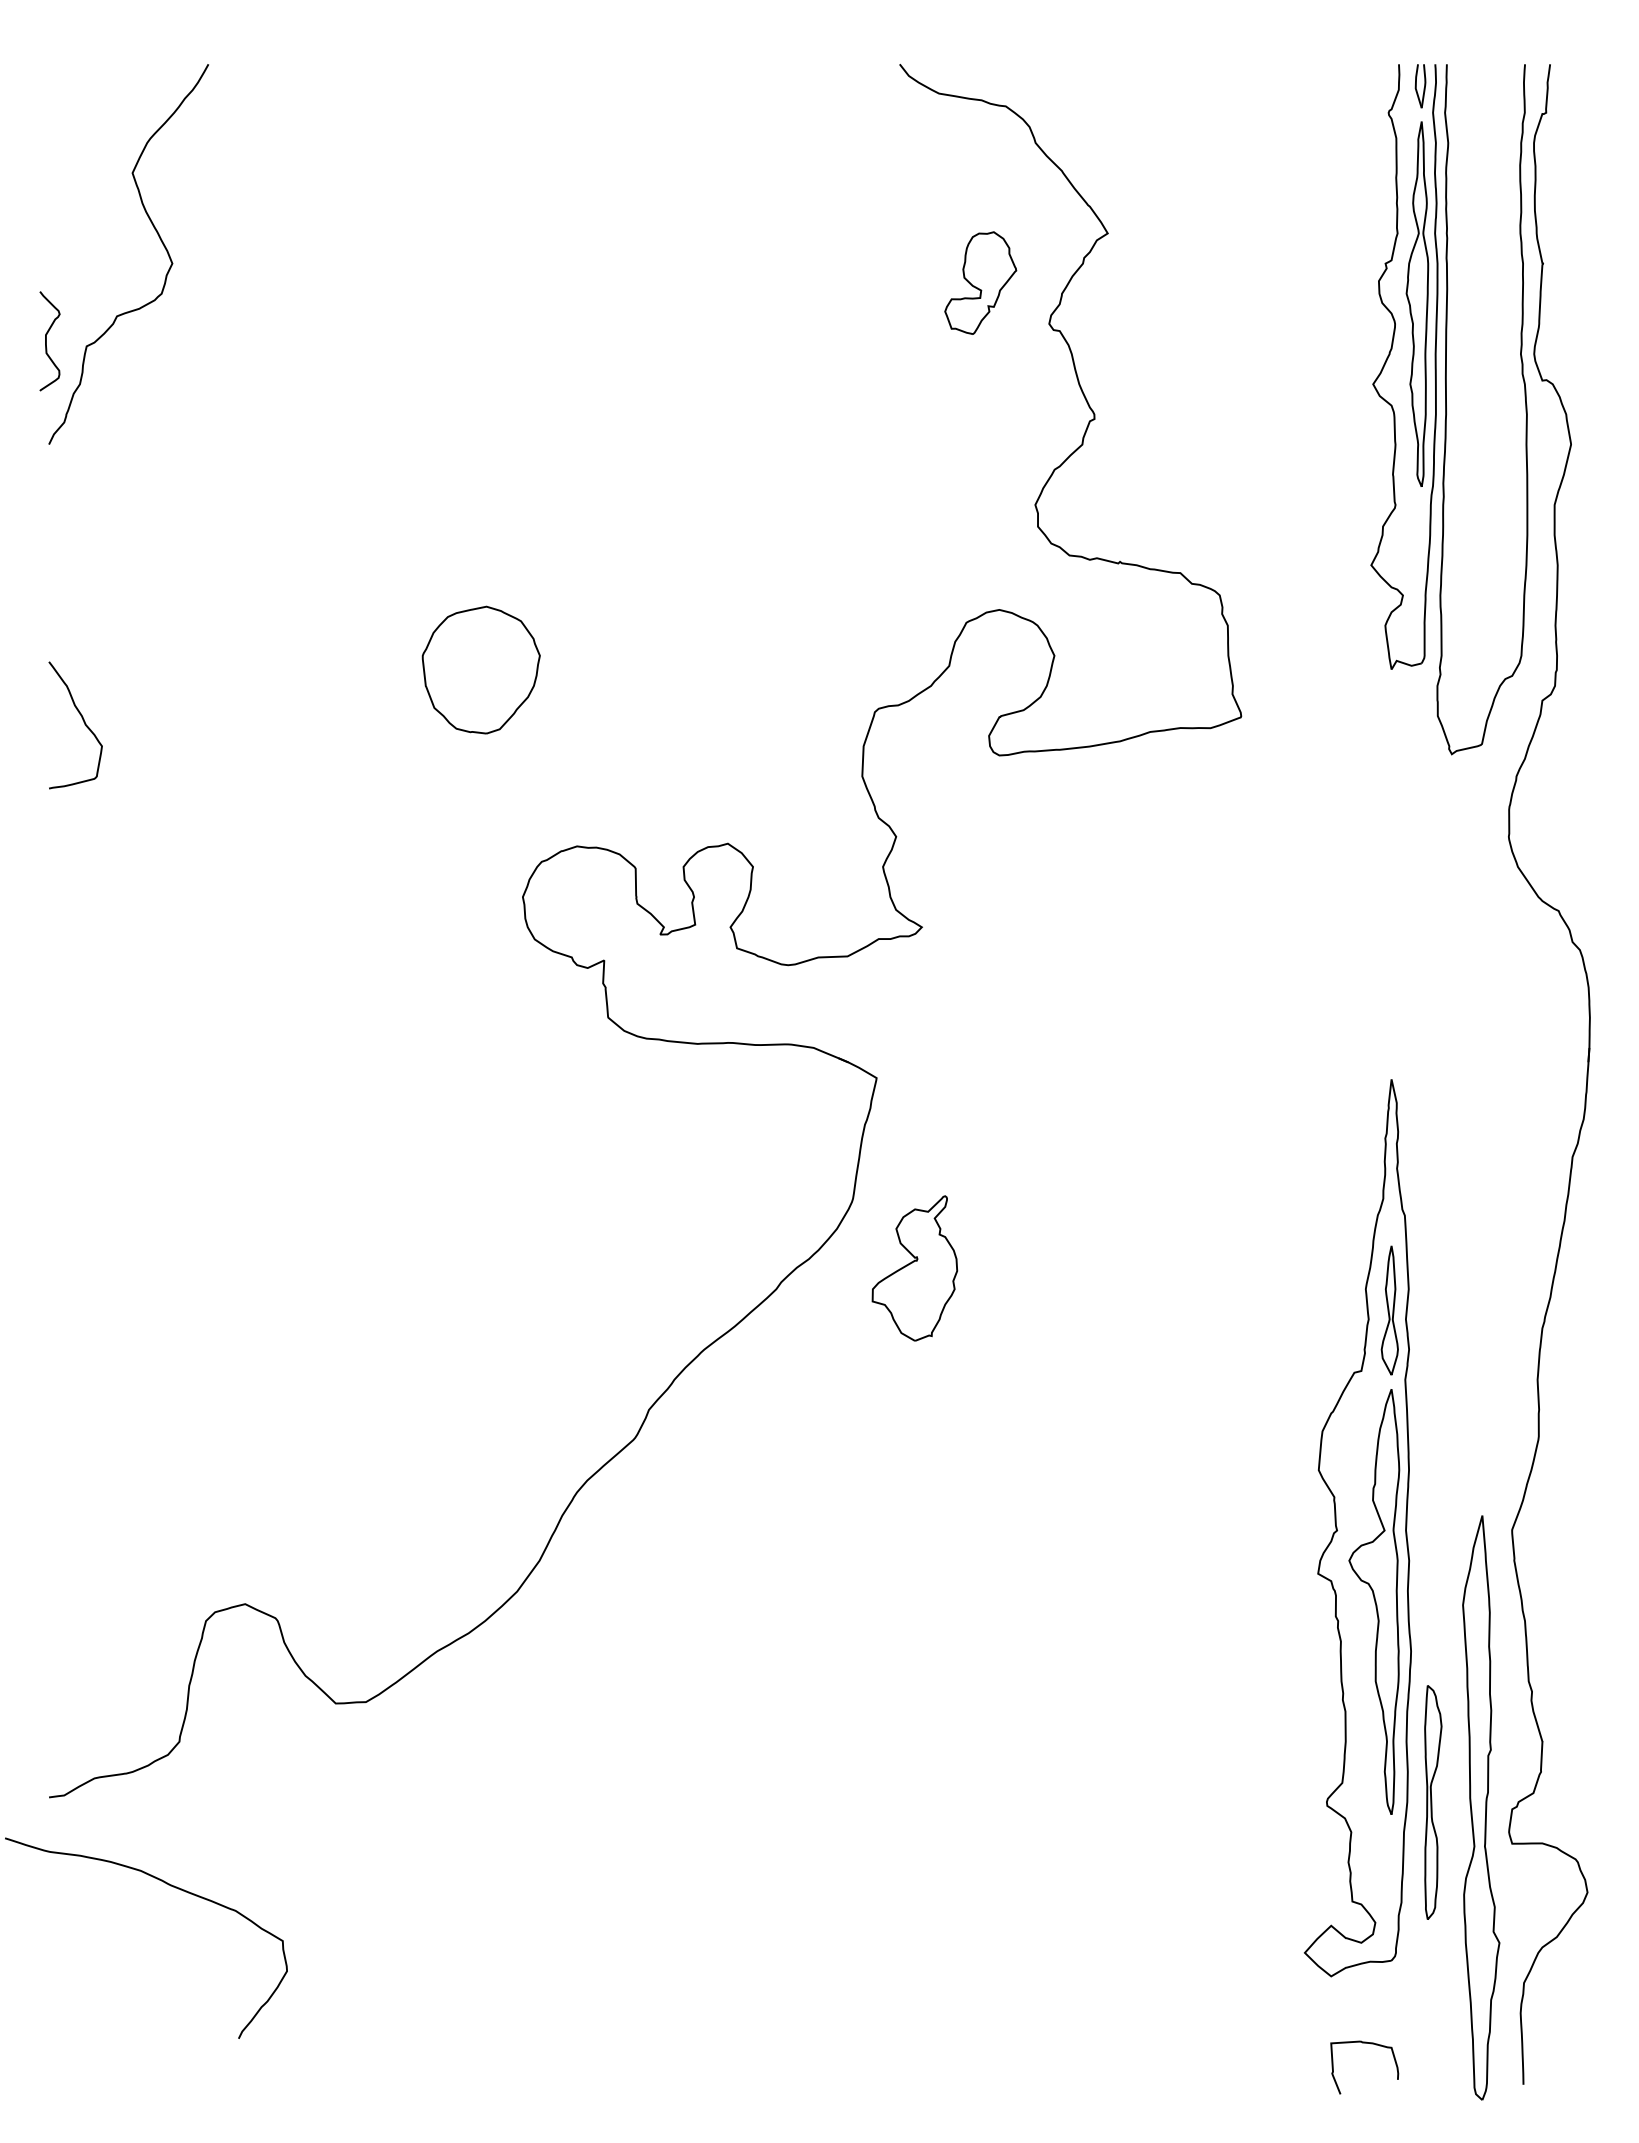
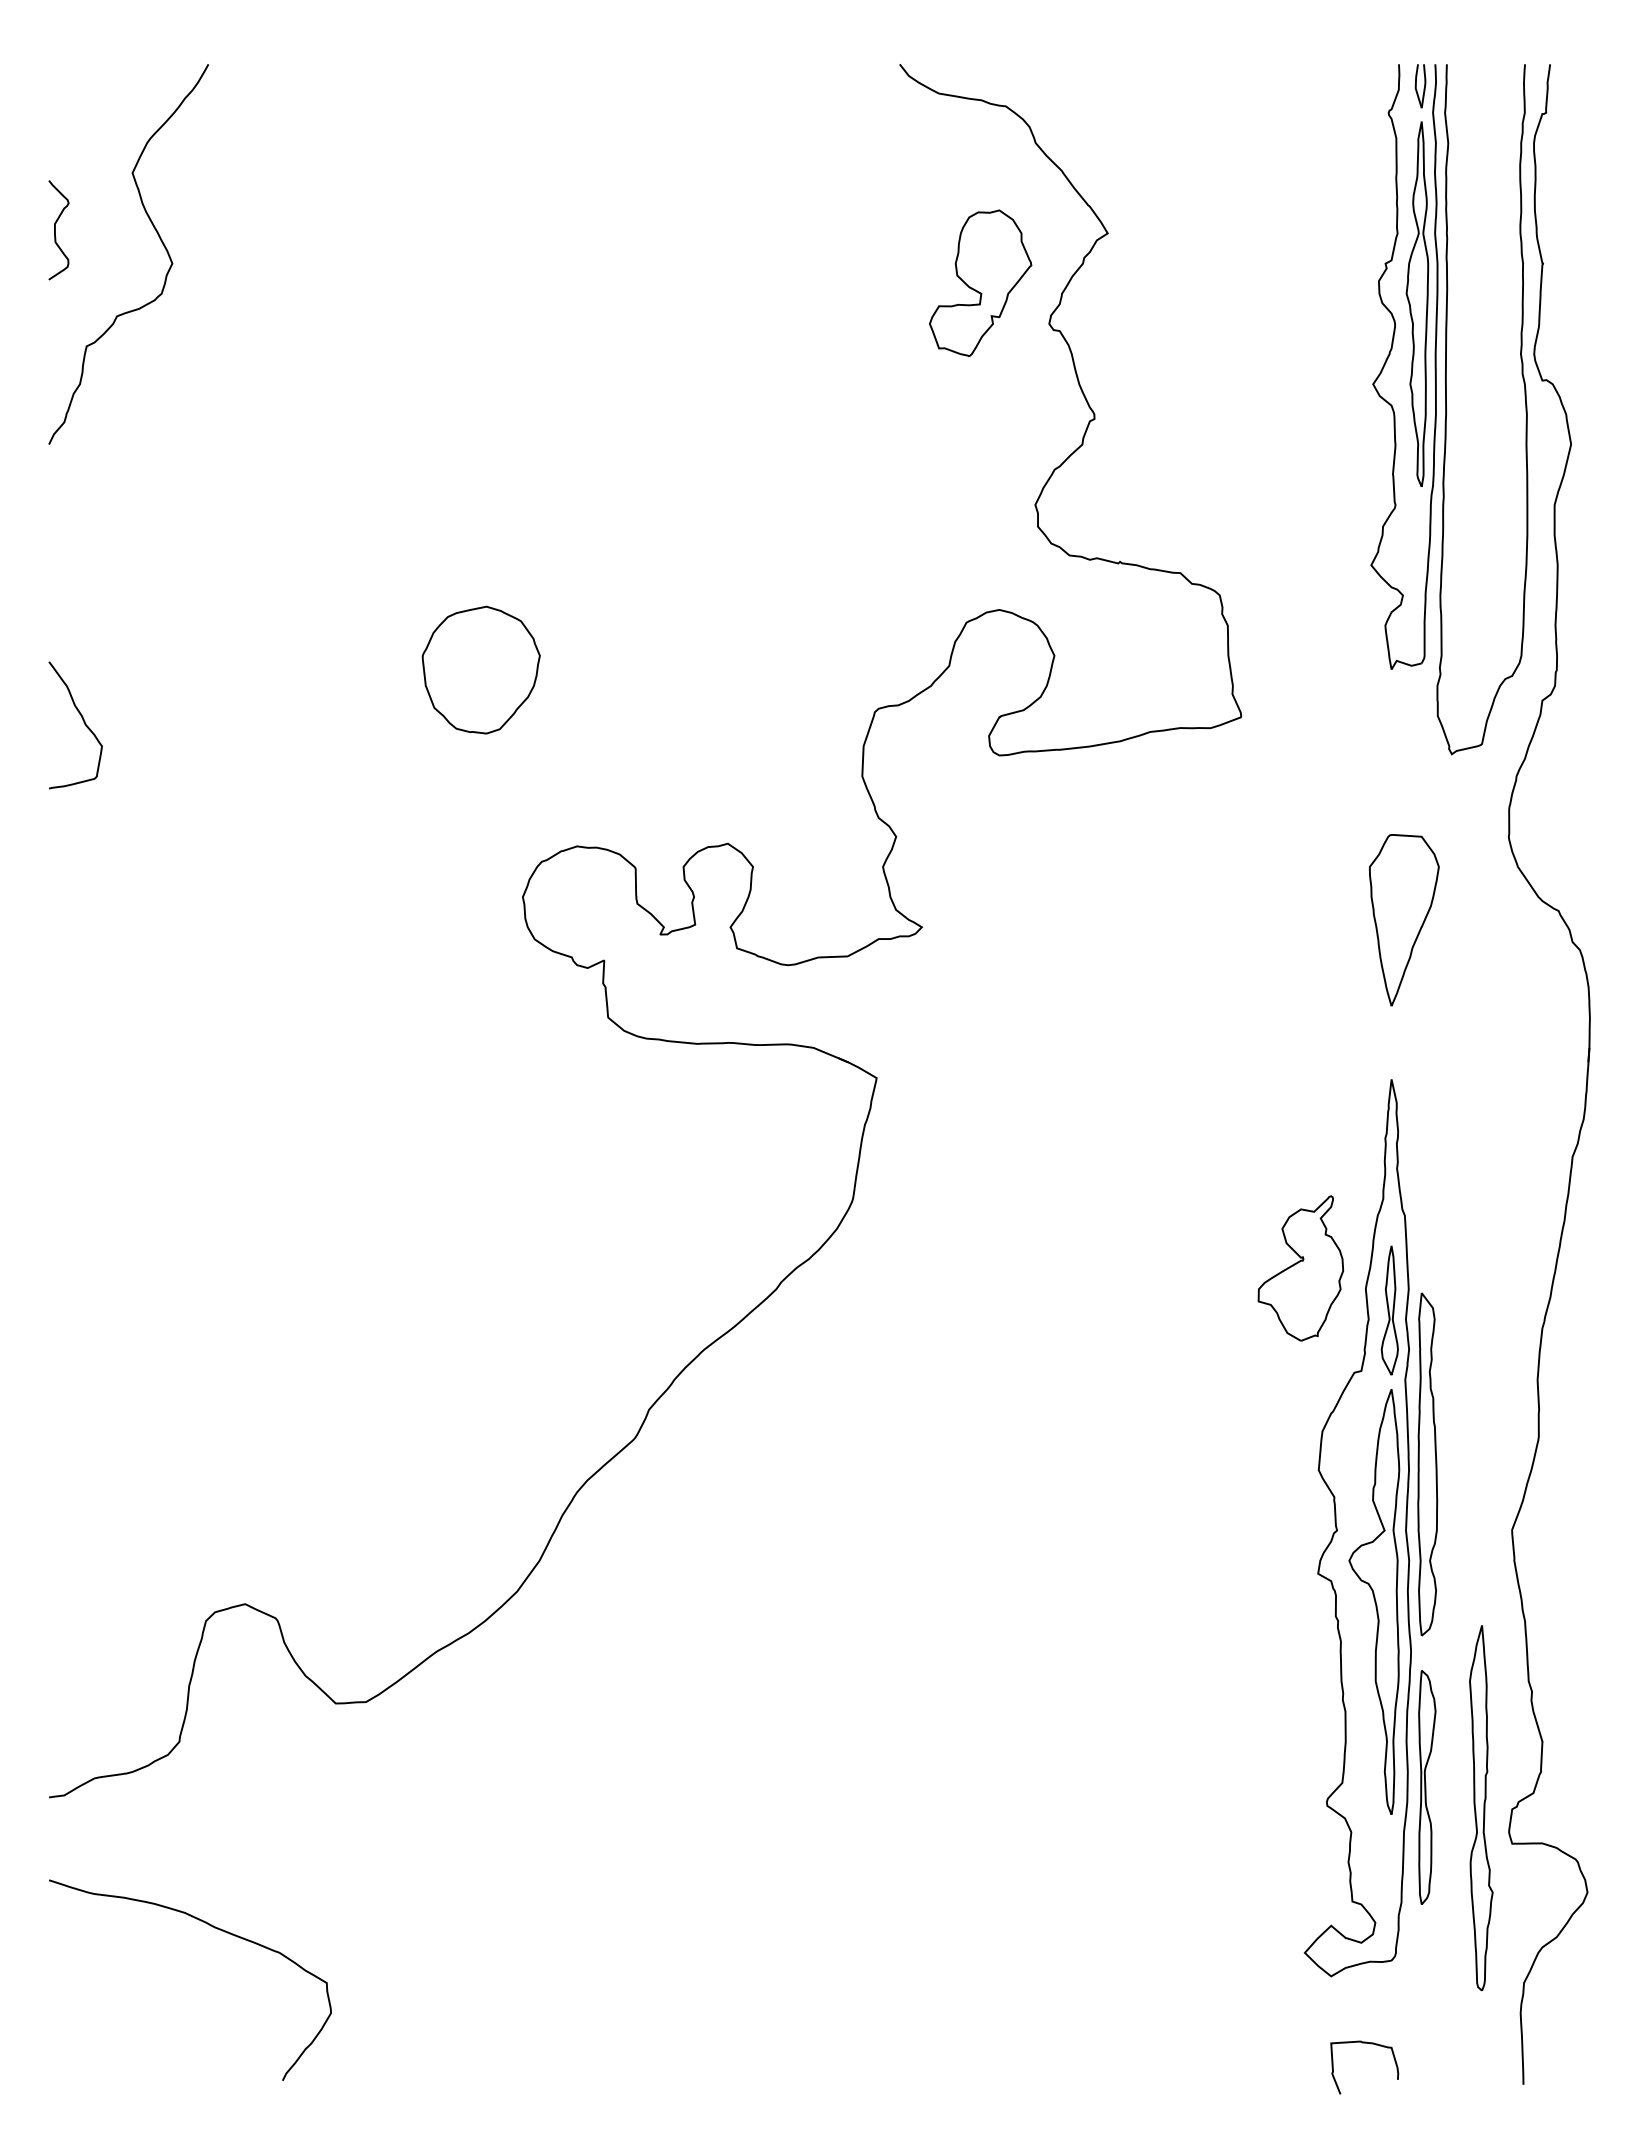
part at (980, 282) size: 74x104 px -> 104x148 px
curve at (46, 341) position: (46, 341) -> (55, 230)
part at (1403, 920): none -> present
part at (914, 1268) position: (914, 1268) -> (1300, 1268)
part at (1427, 1464): none -> present
part at (1433, 1802) position: (1433, 1802) -> (1427, 1787)
part at (1481, 1807) size: 39x586 px -> 25x367 px
curve at (170, 1886) position: (170, 1886) -> (214, 1928)
